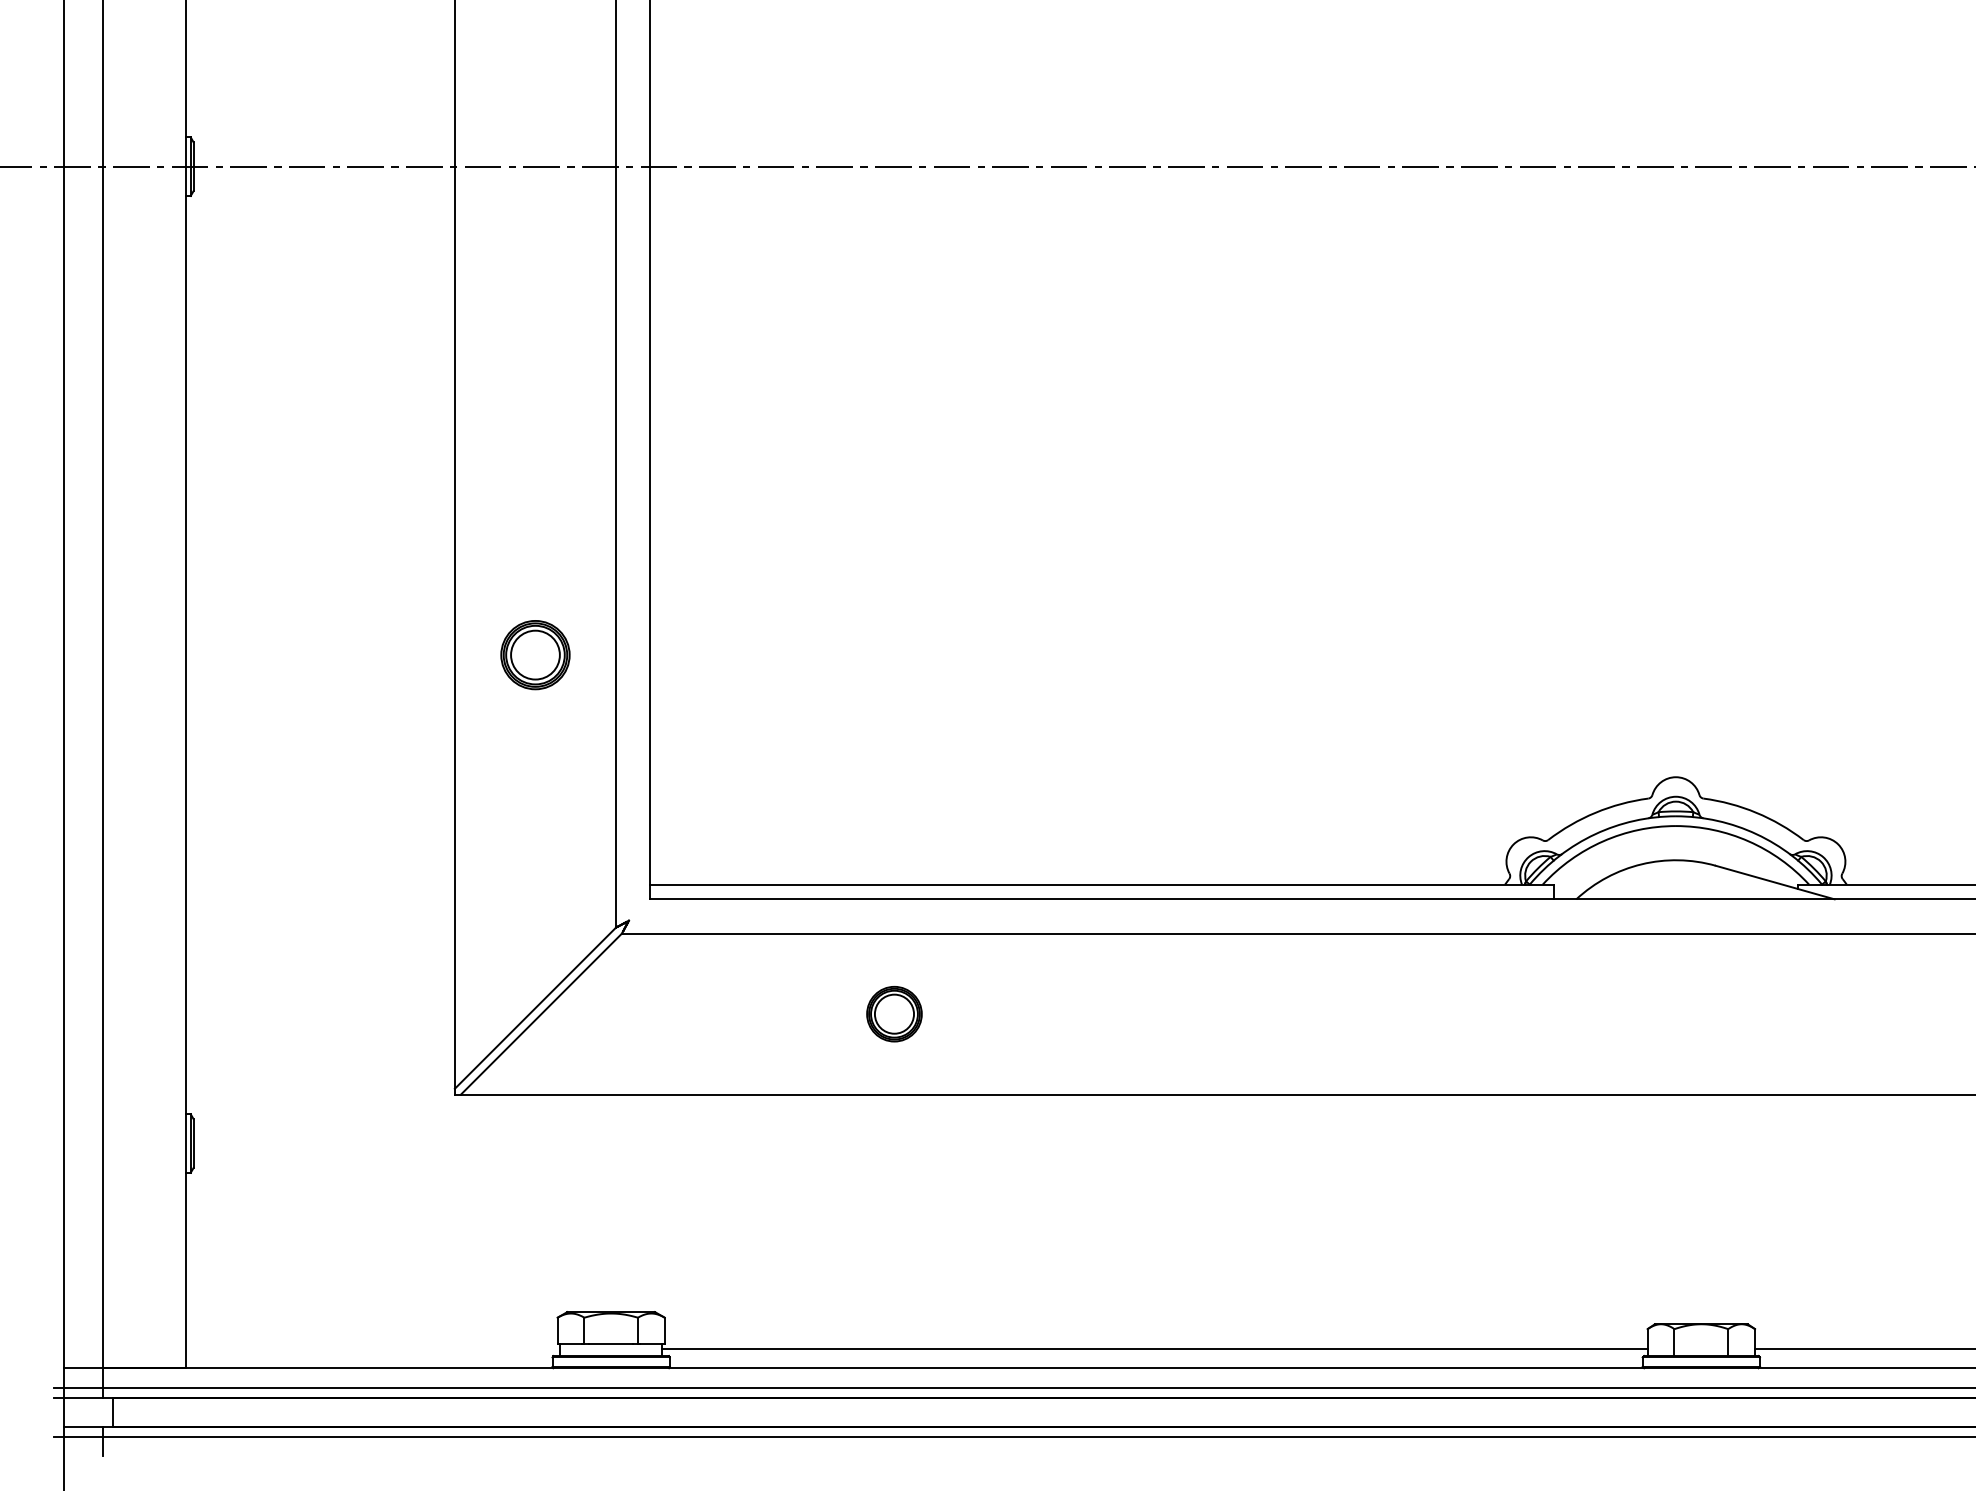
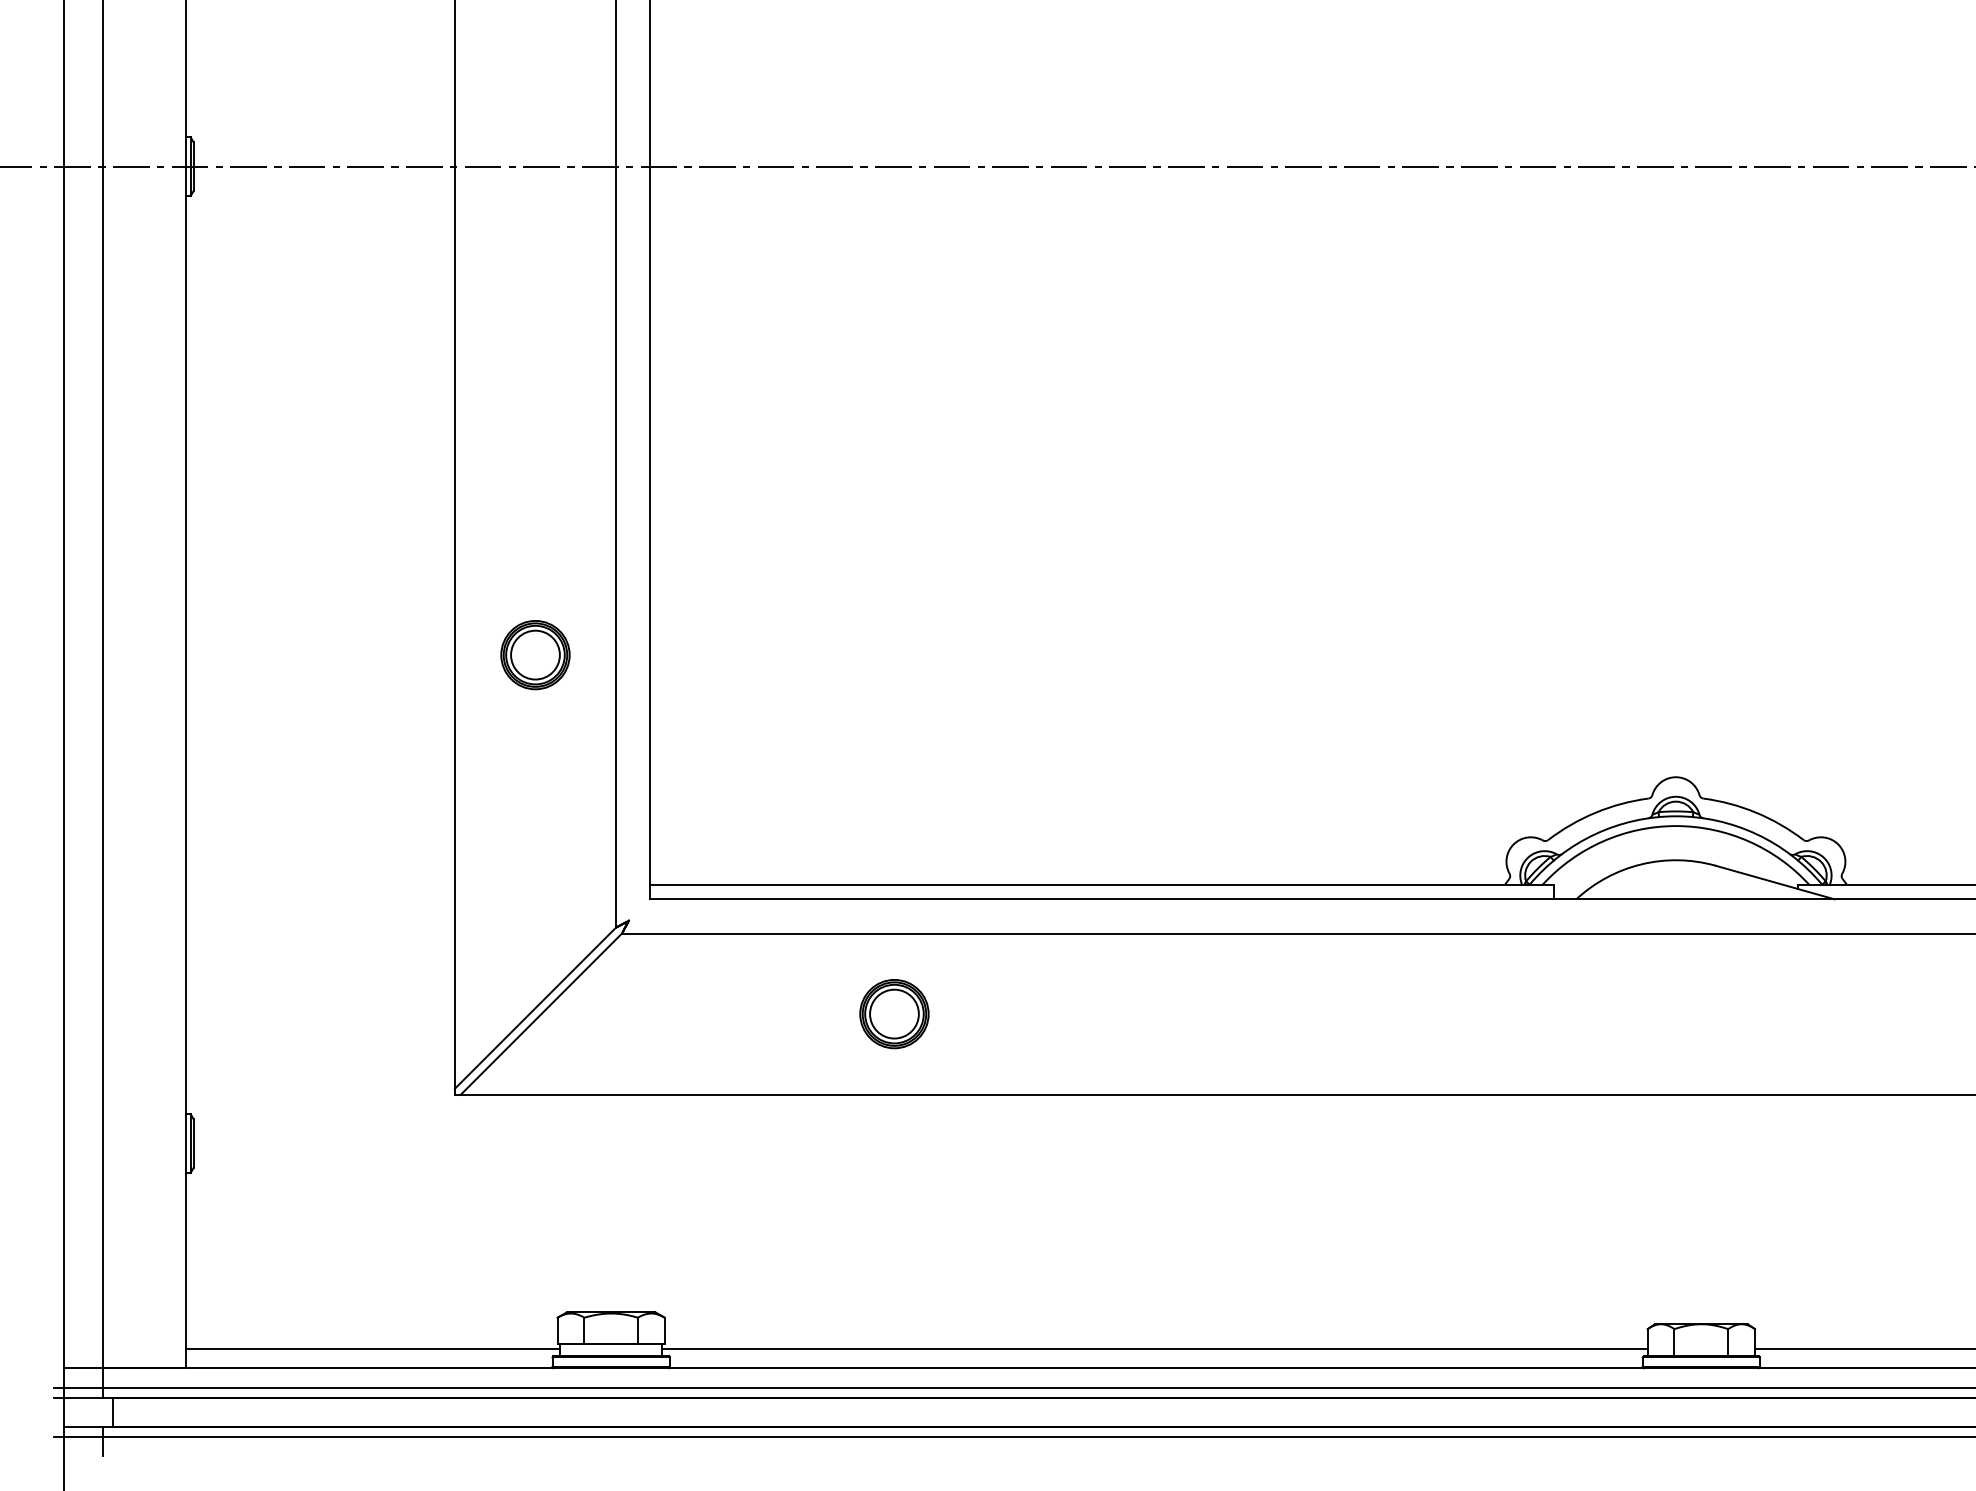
part at (894, 1014) size: 57x57 px -> 71x71 px
line at (372, 1348): none -> present
